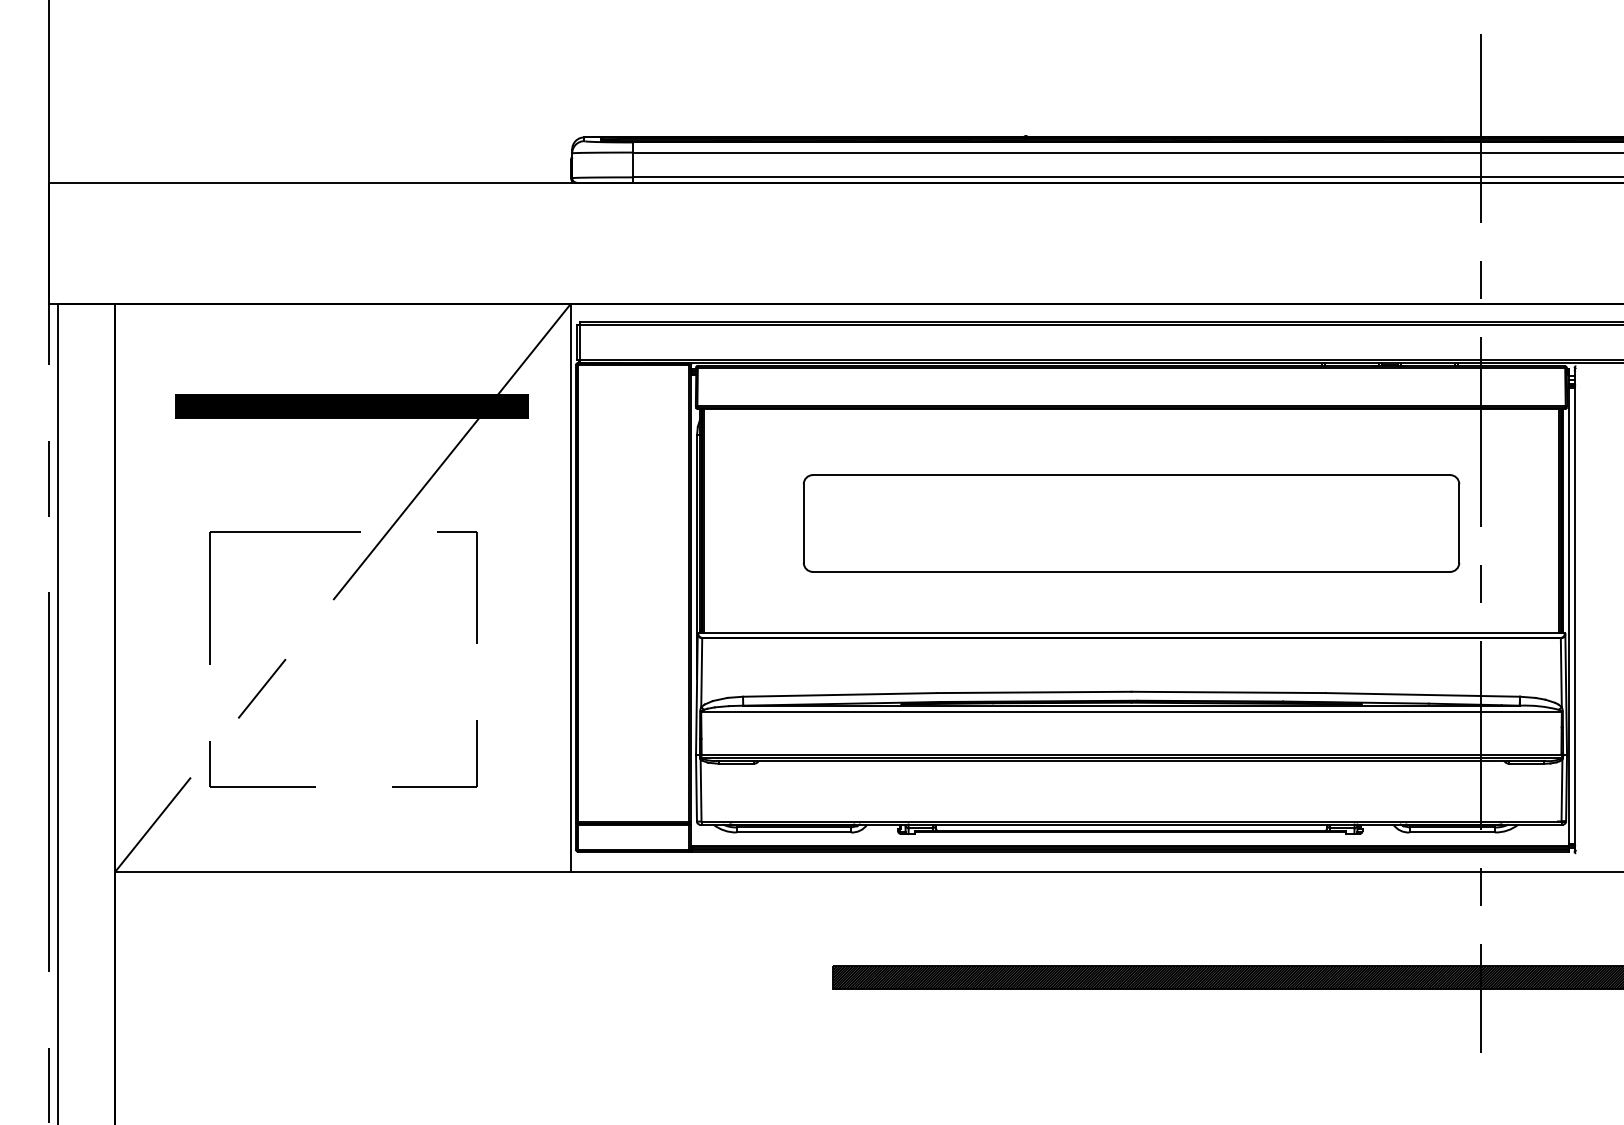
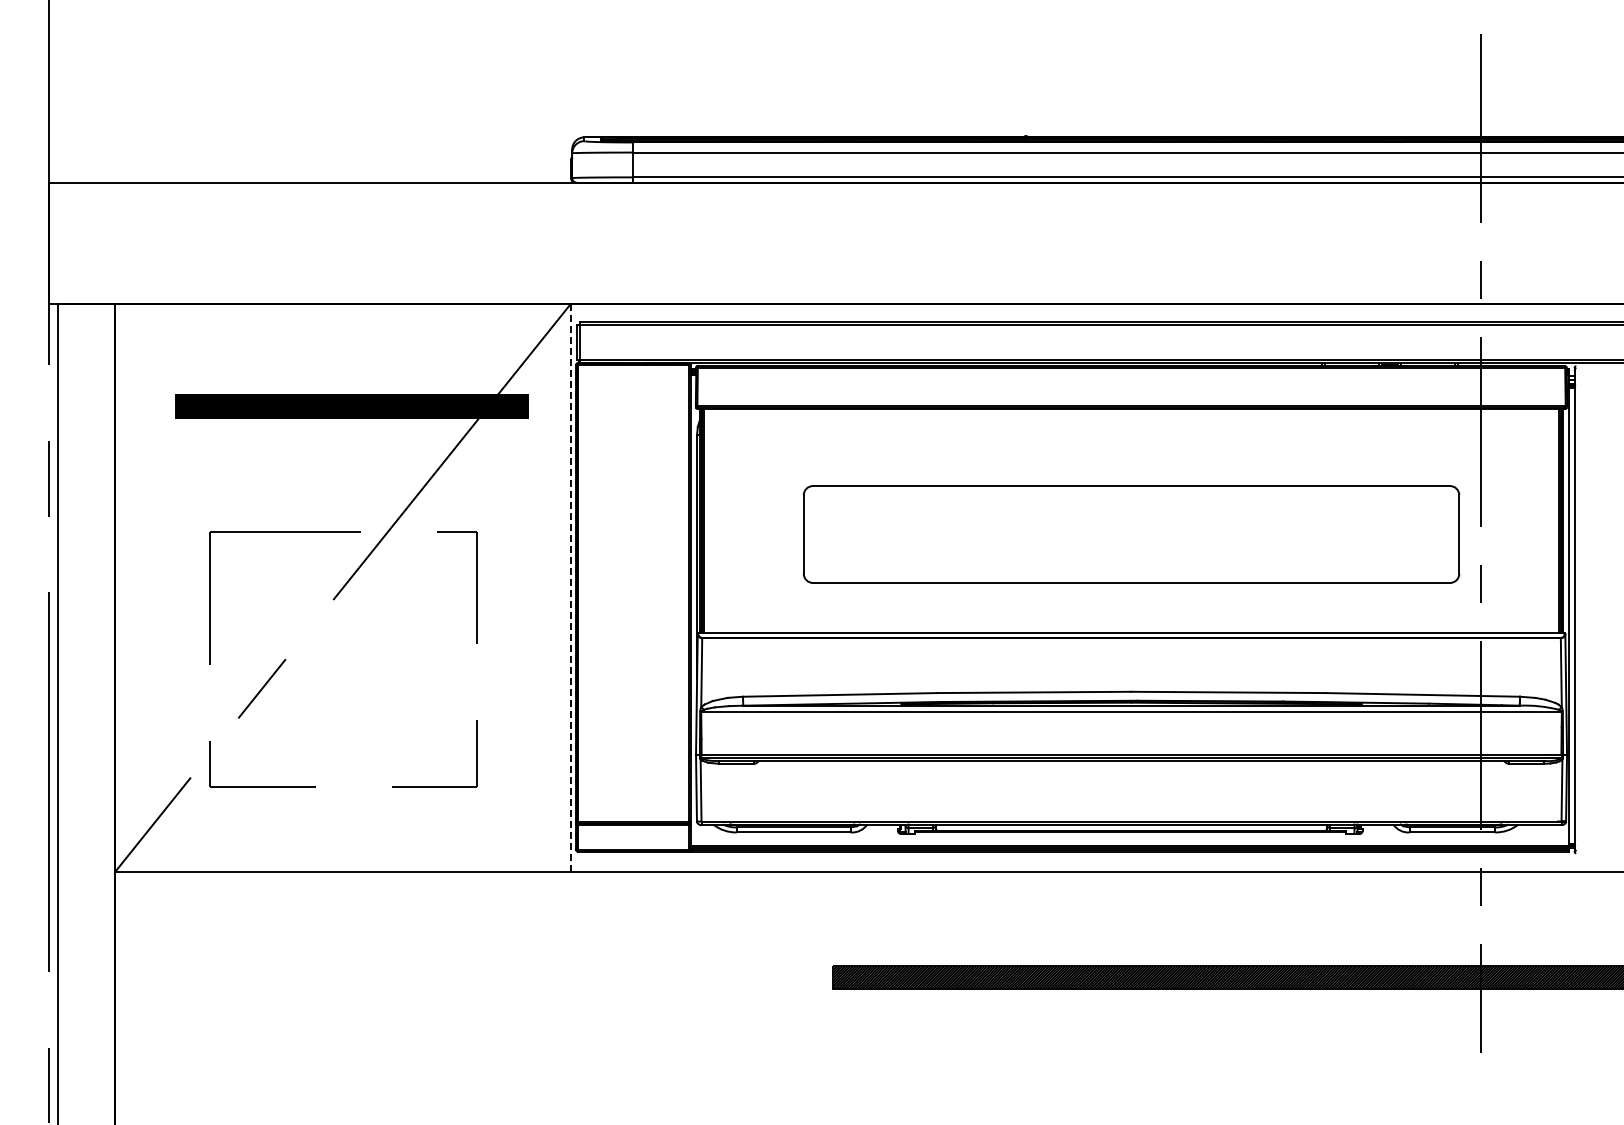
part at (1131, 523) position: (1131, 523) -> (1131, 534)
line at (570, 587): solid -> dashed
